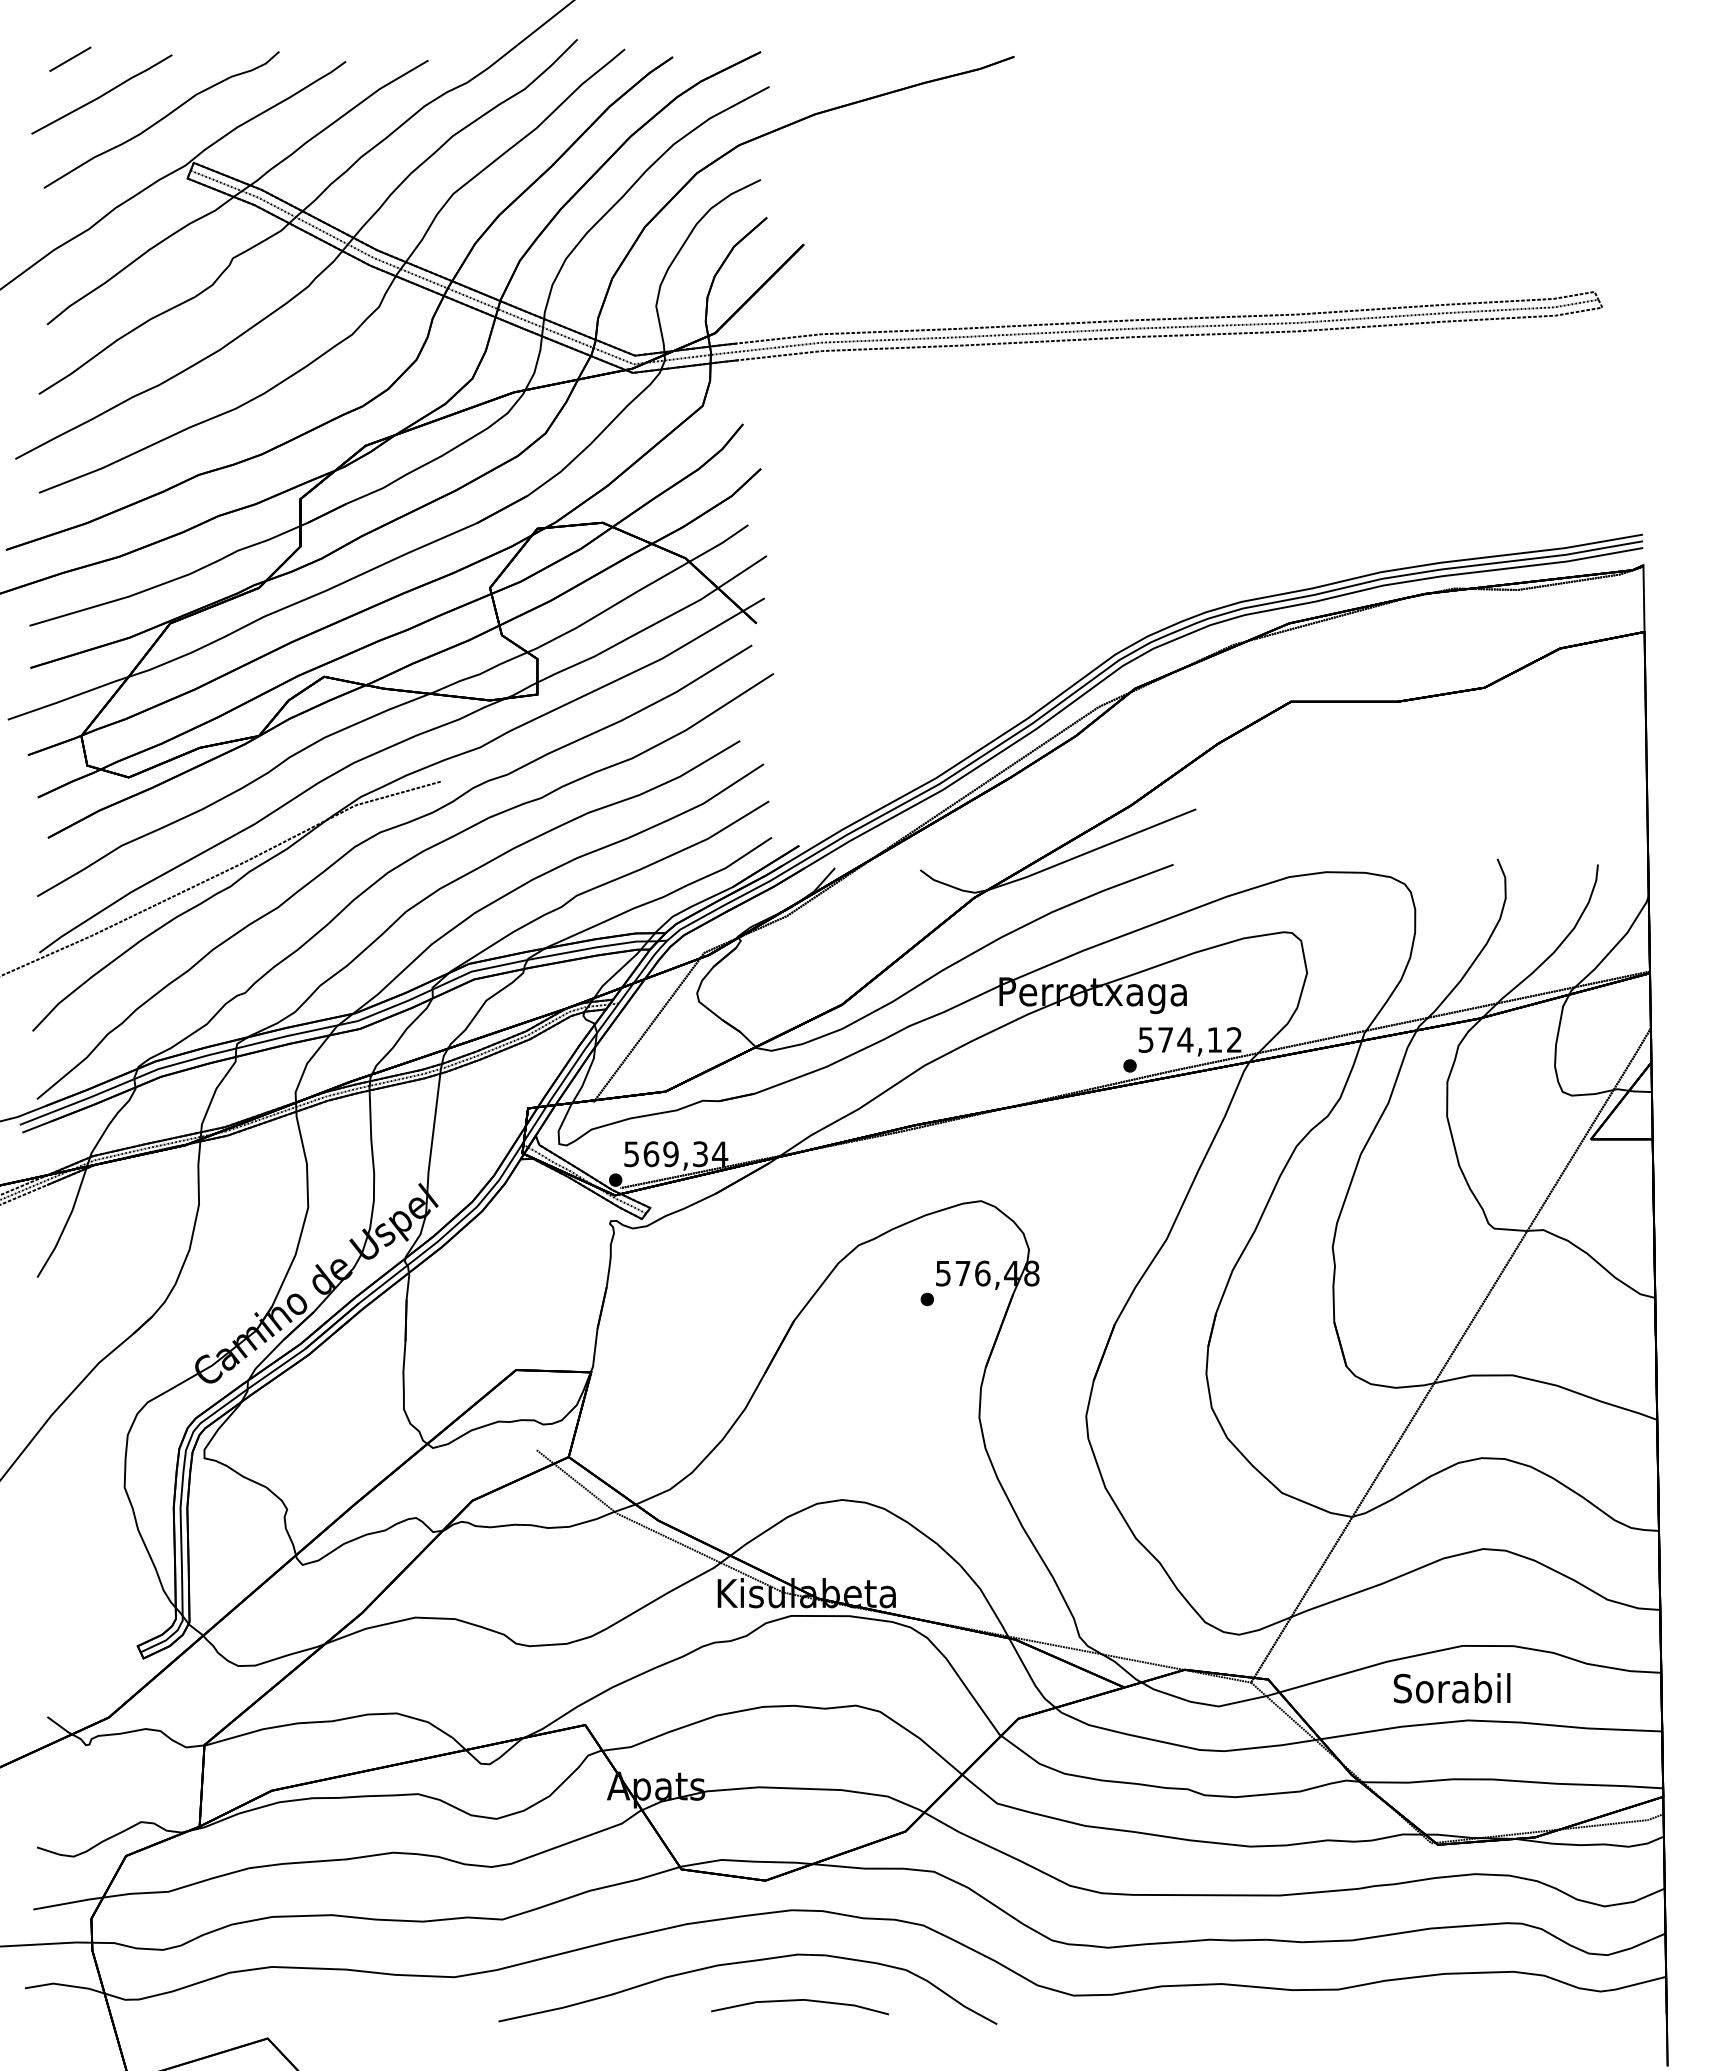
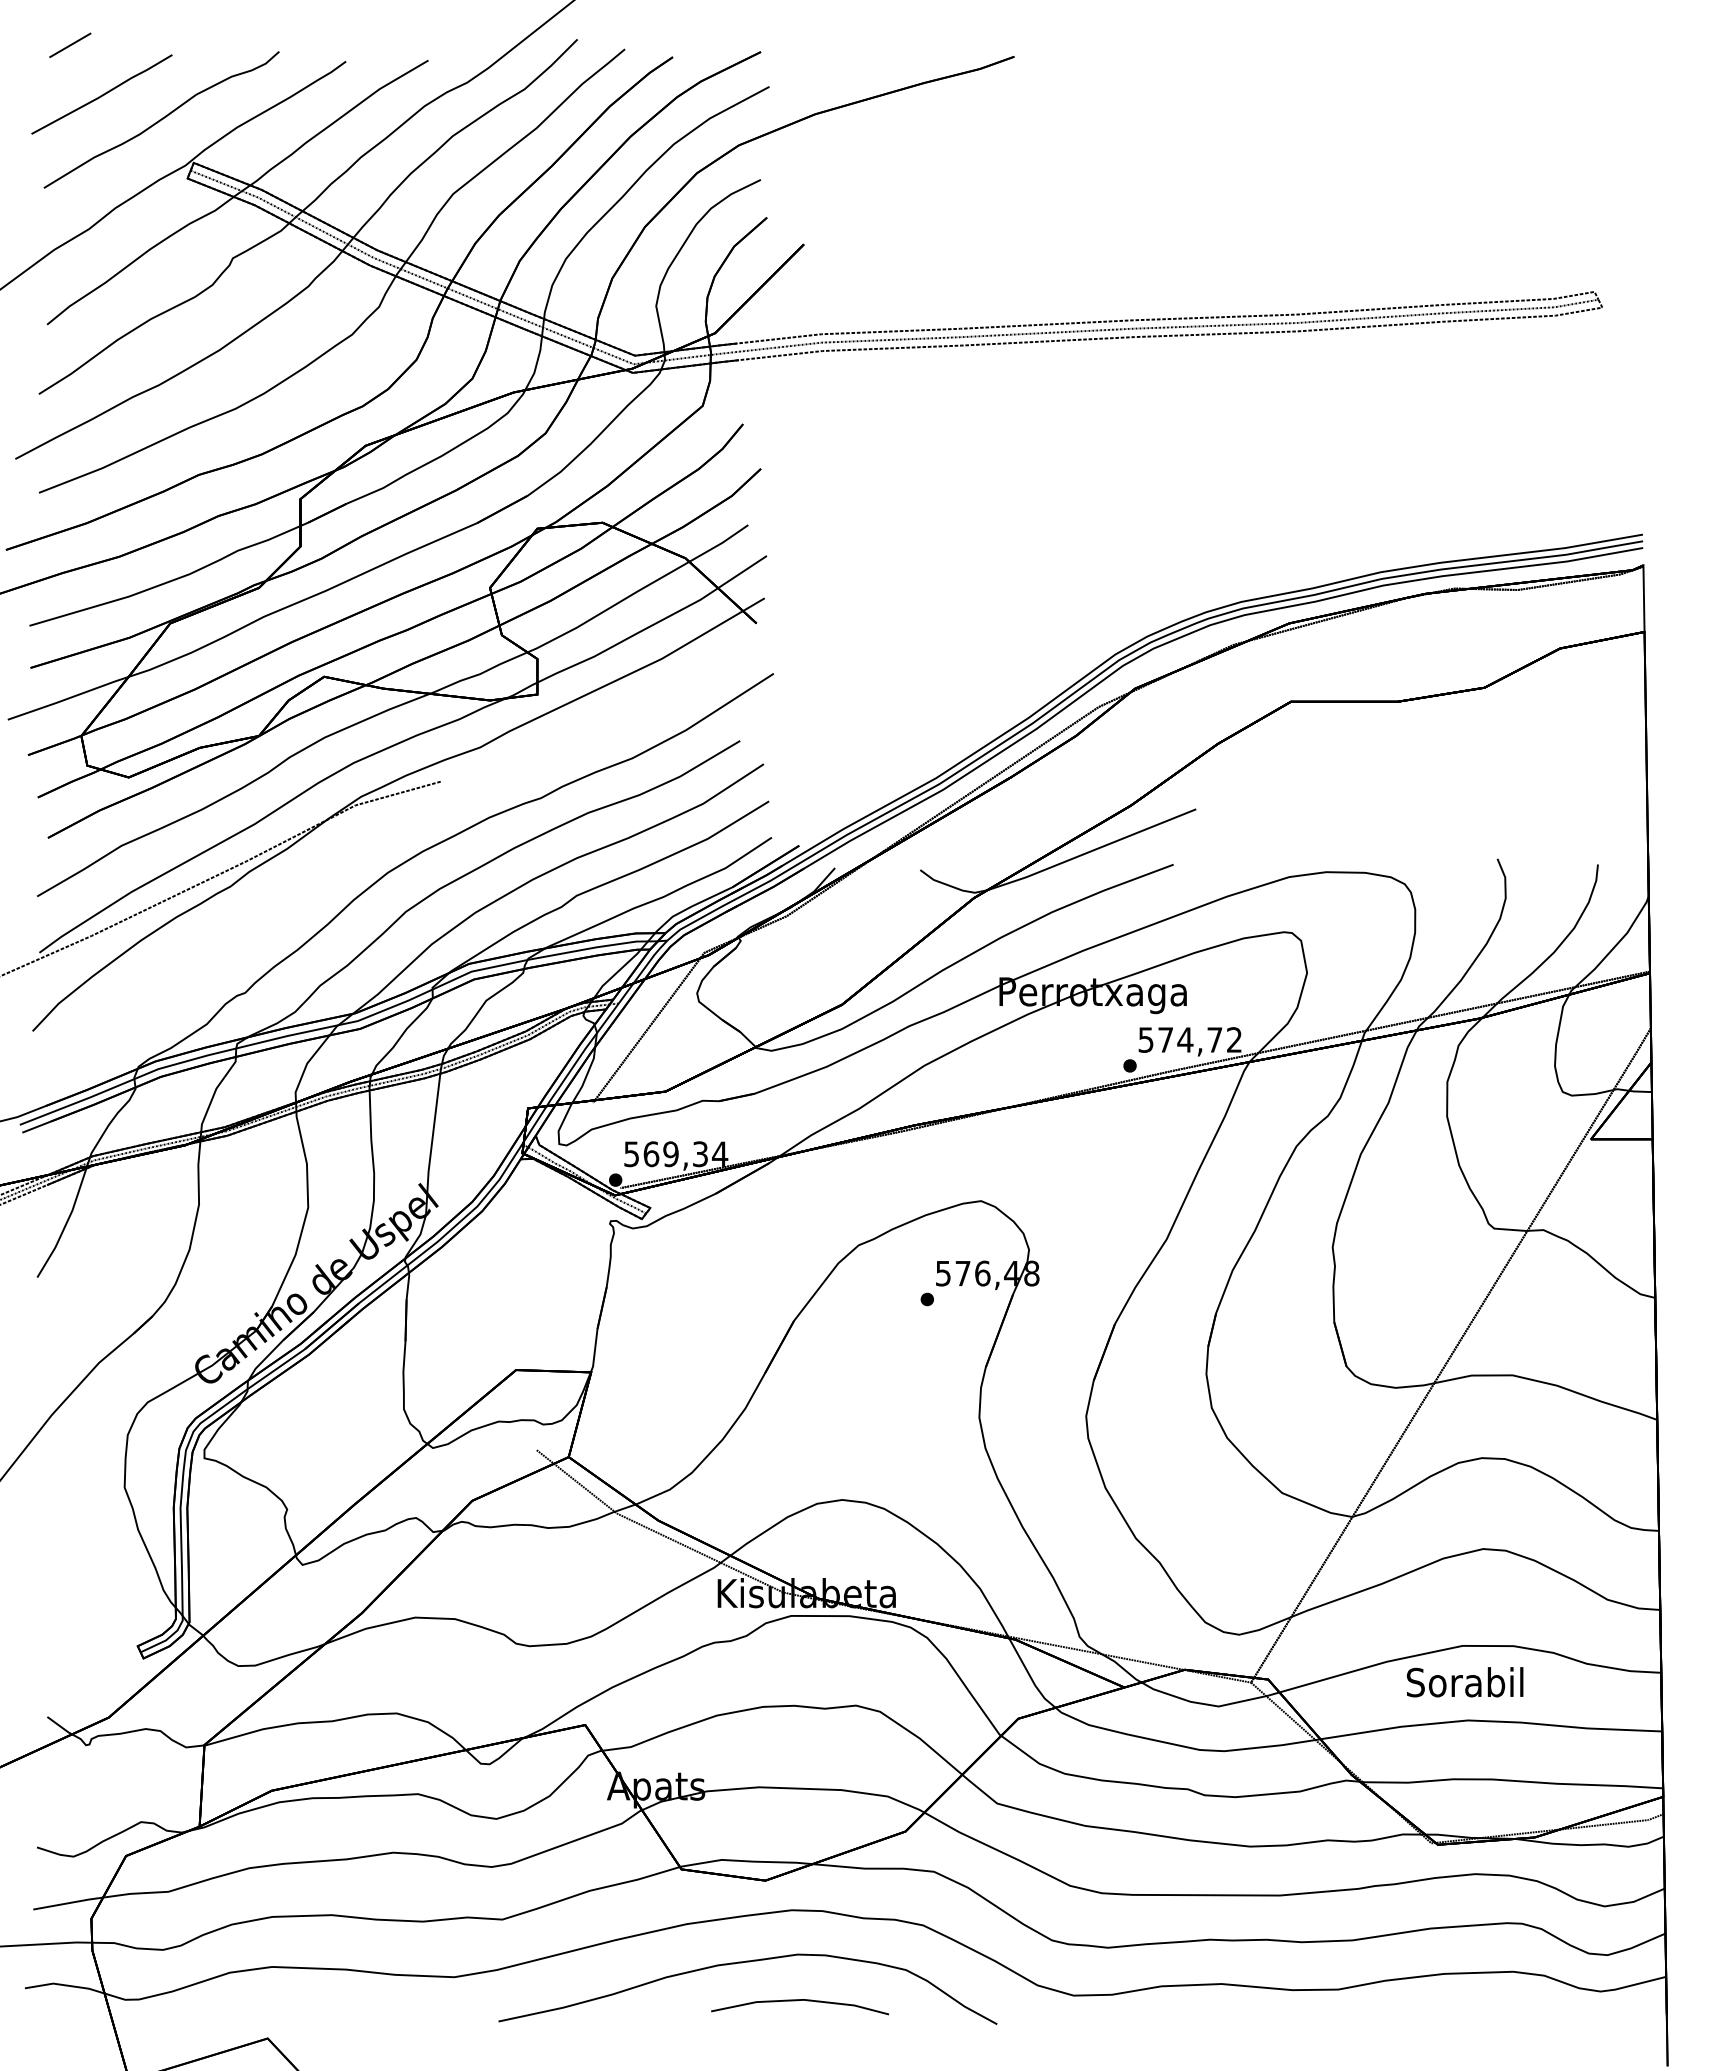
line at (70, 58) position: (70, 58) -> (70, 44)
part at (377, 835): present -> none
text at (1214, 1039): 574,12 -> 574,72
text at (1452, 1688) position: (1452, 1688) -> (1465, 1682)
